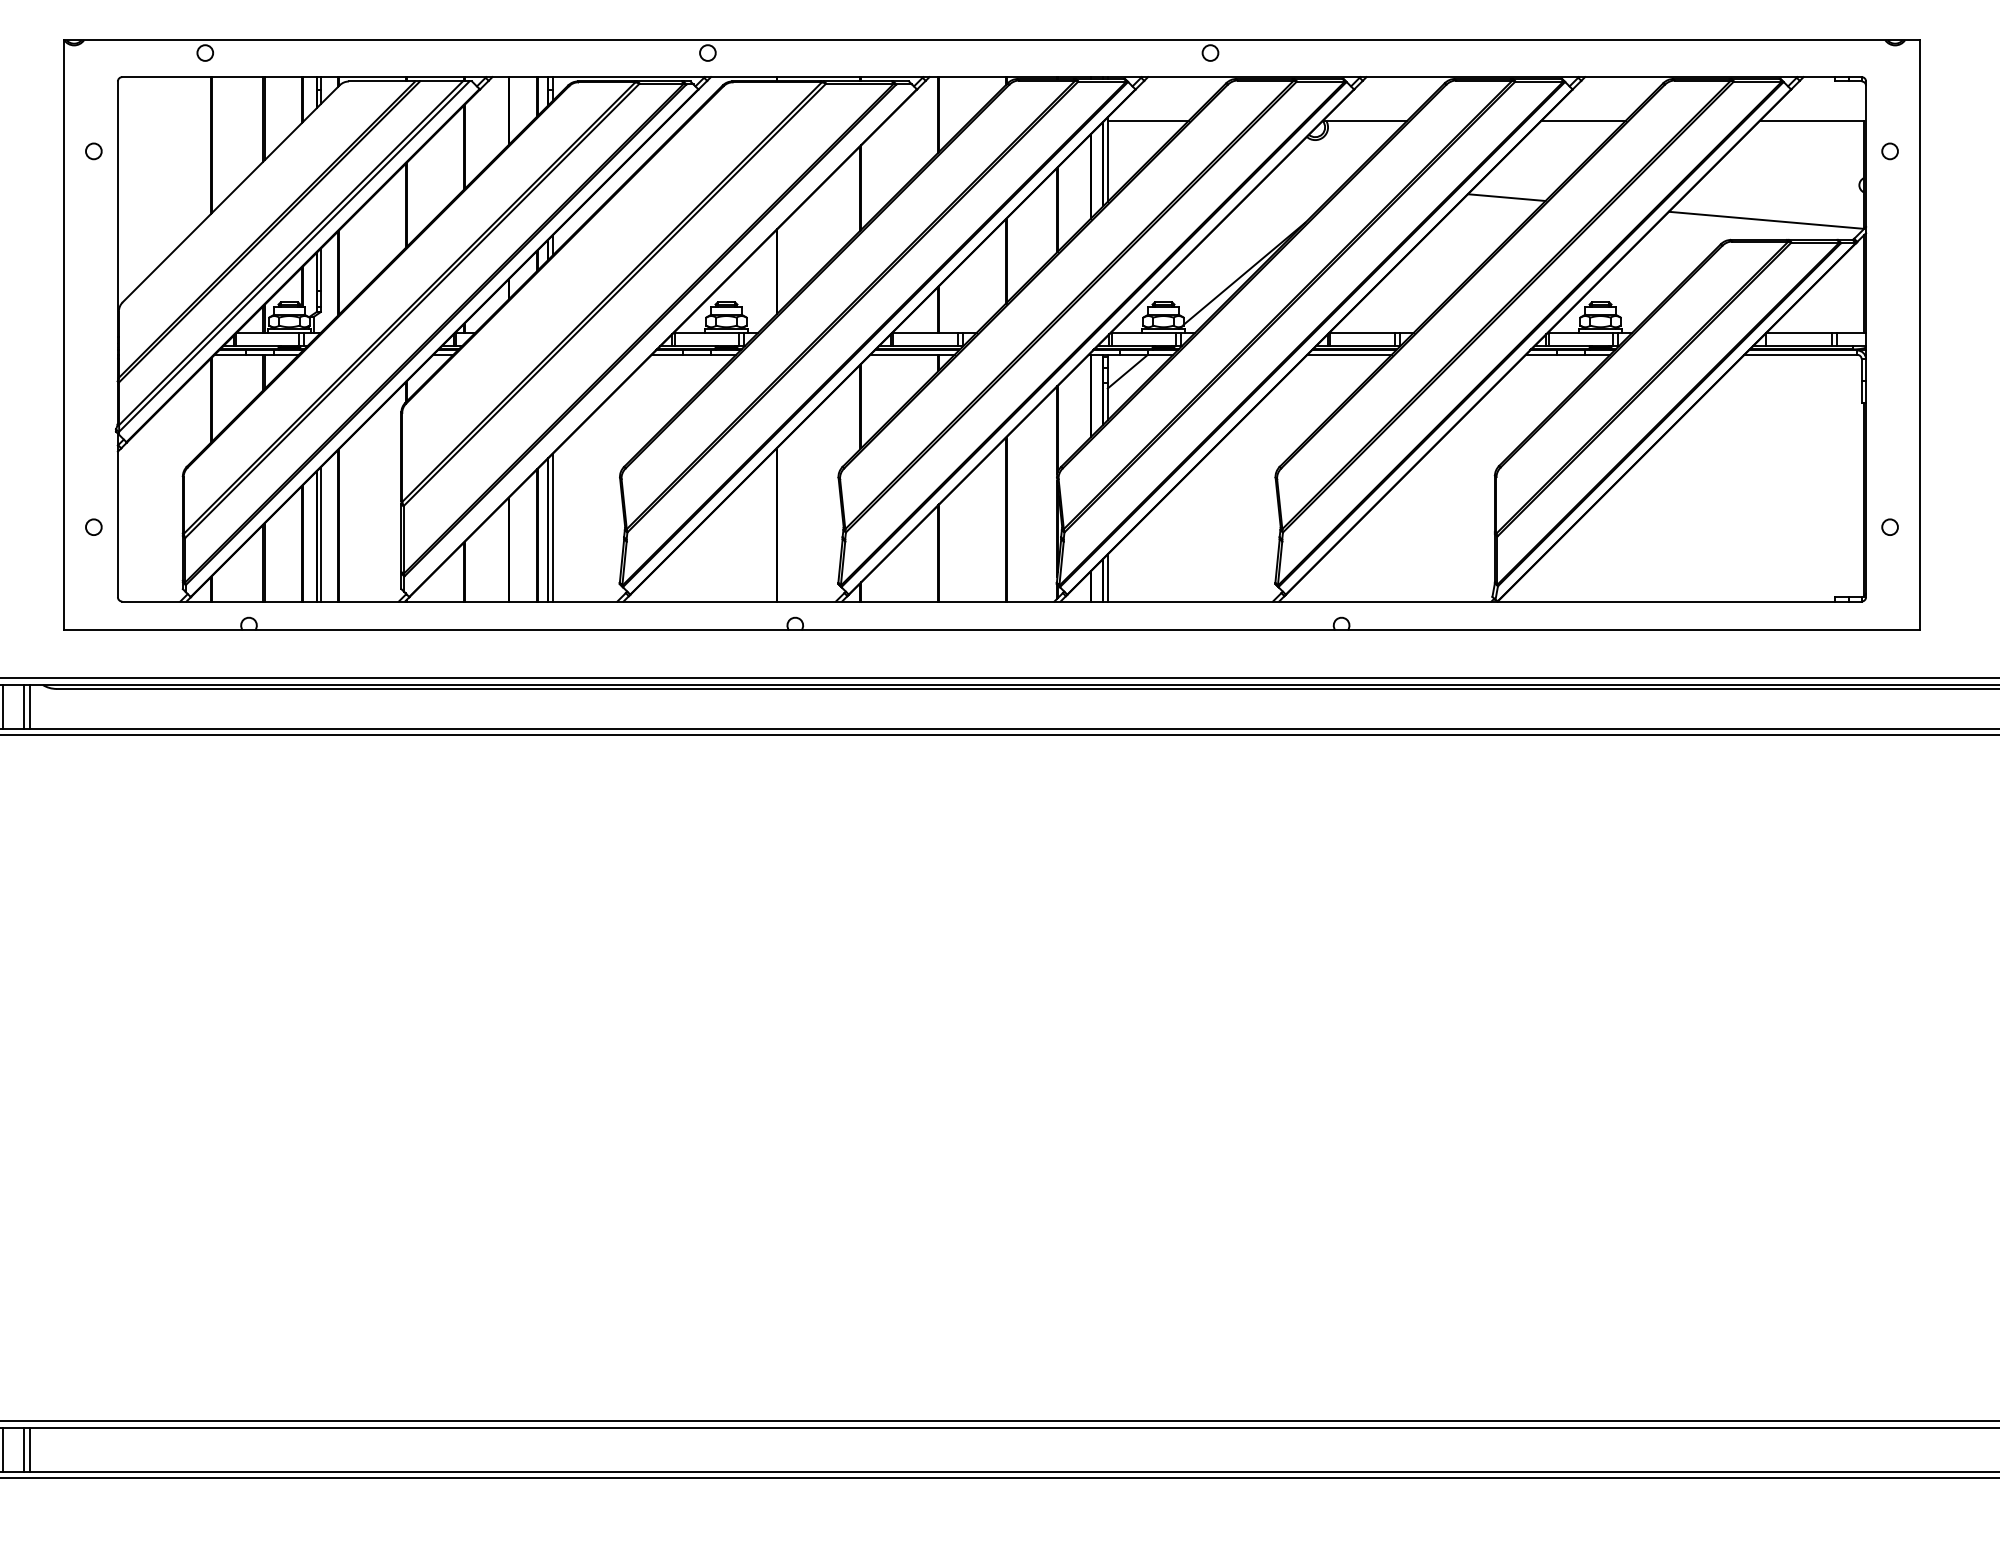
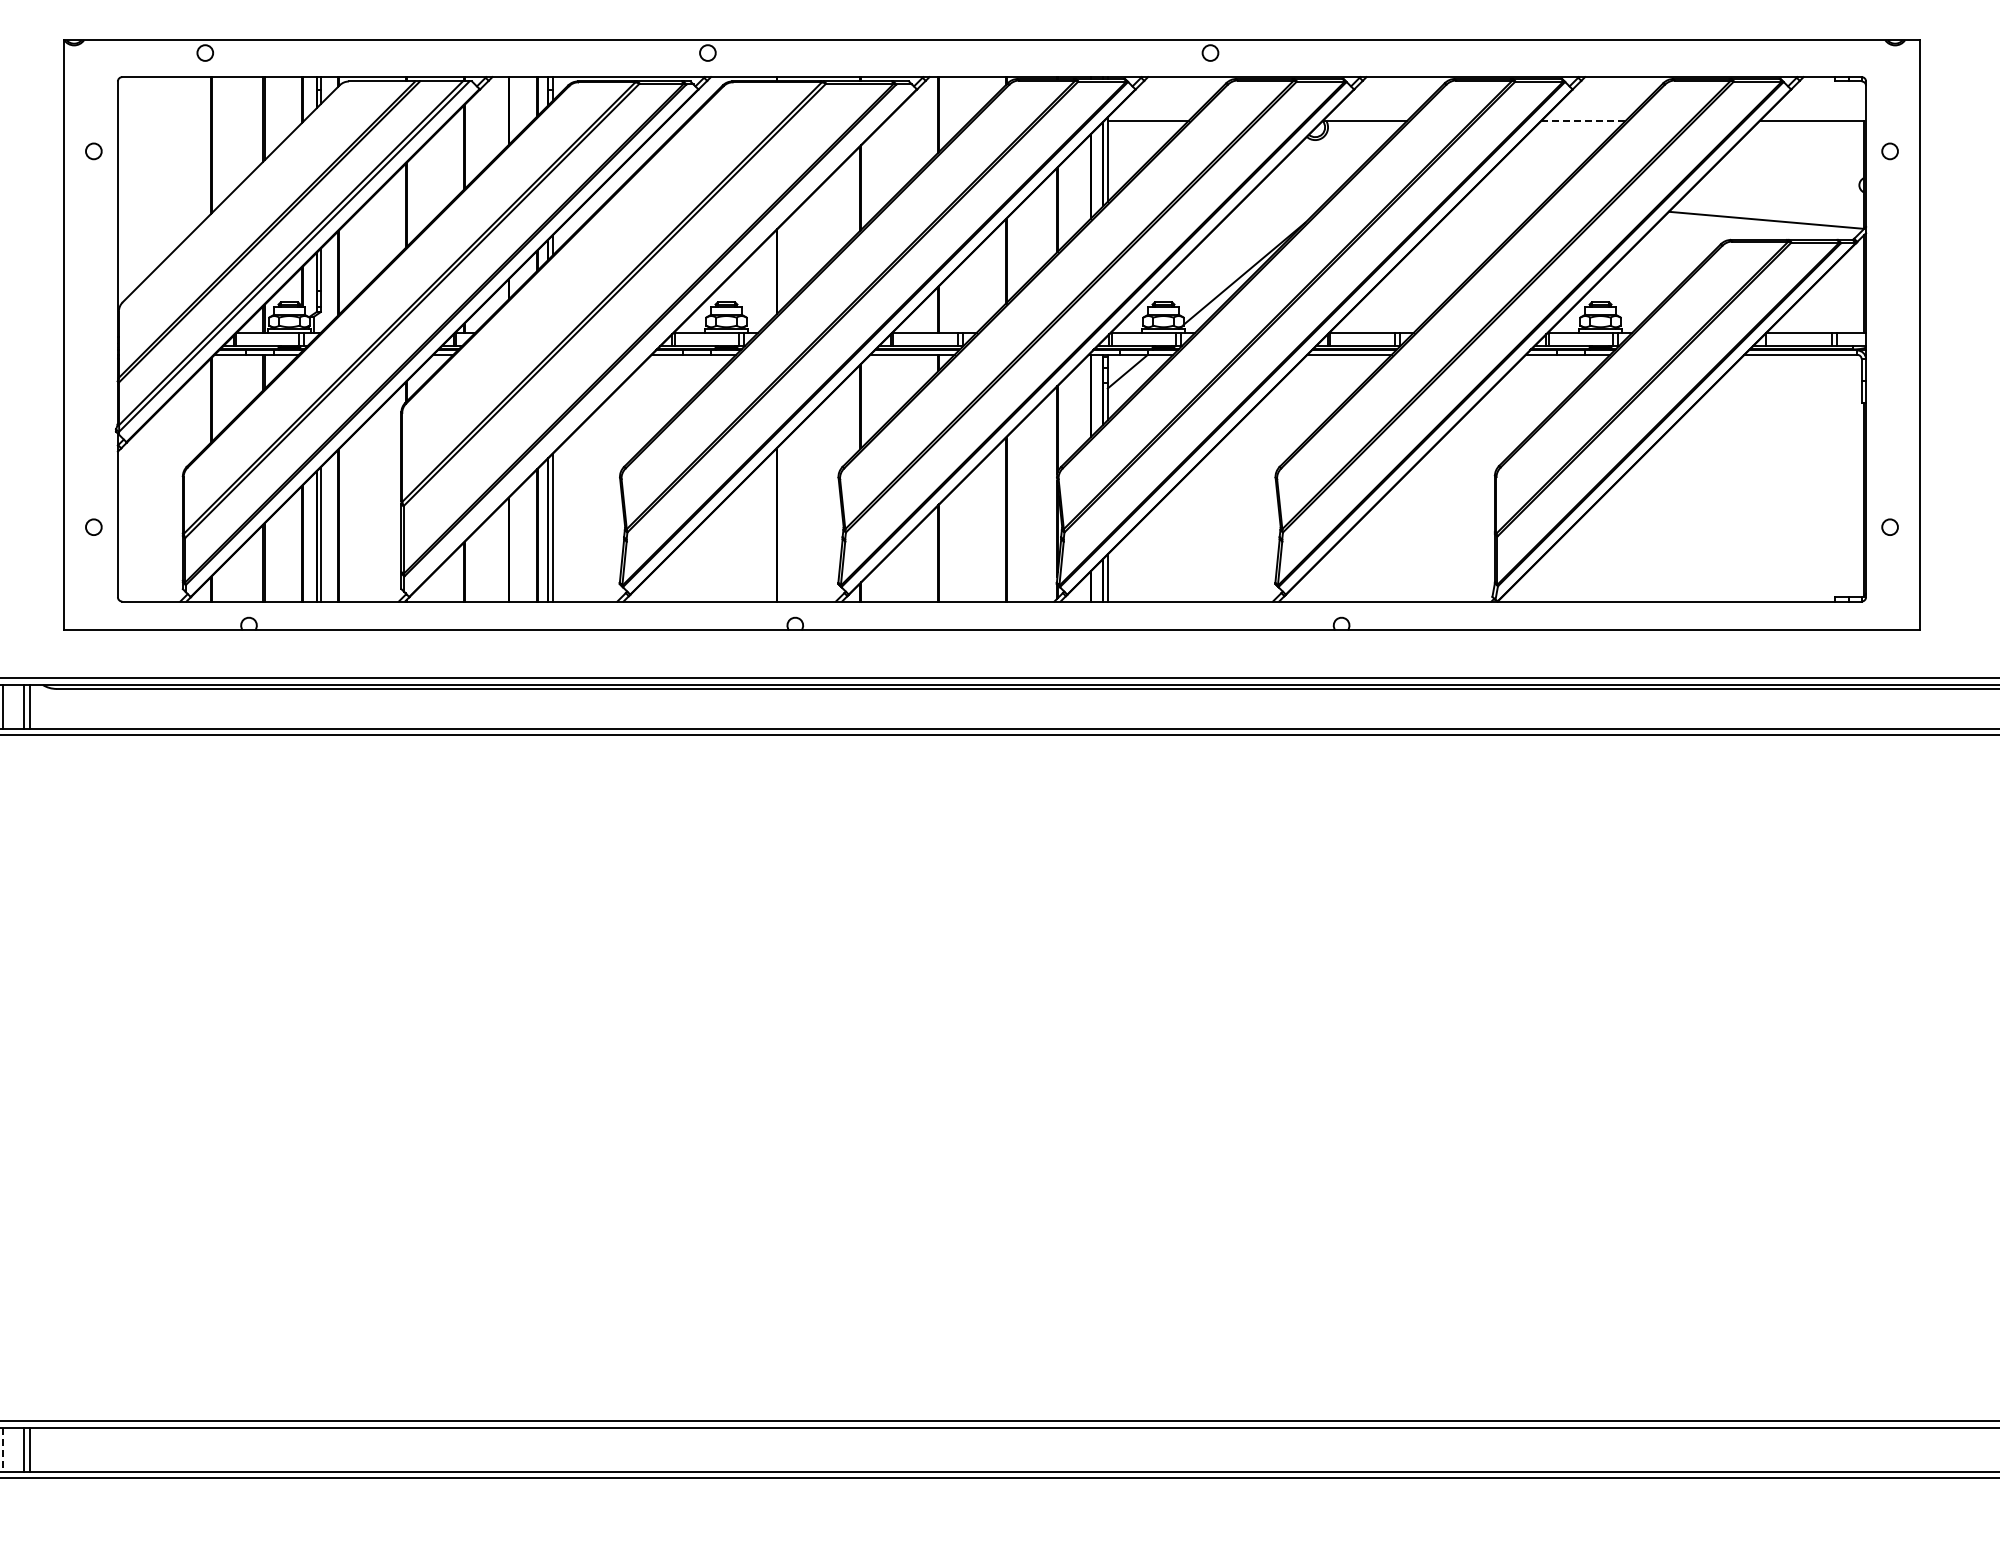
line at (1584, 120): solid -> dashed
line at (1506, 197): present -> none
line at (3, 1449): solid -> dashed
